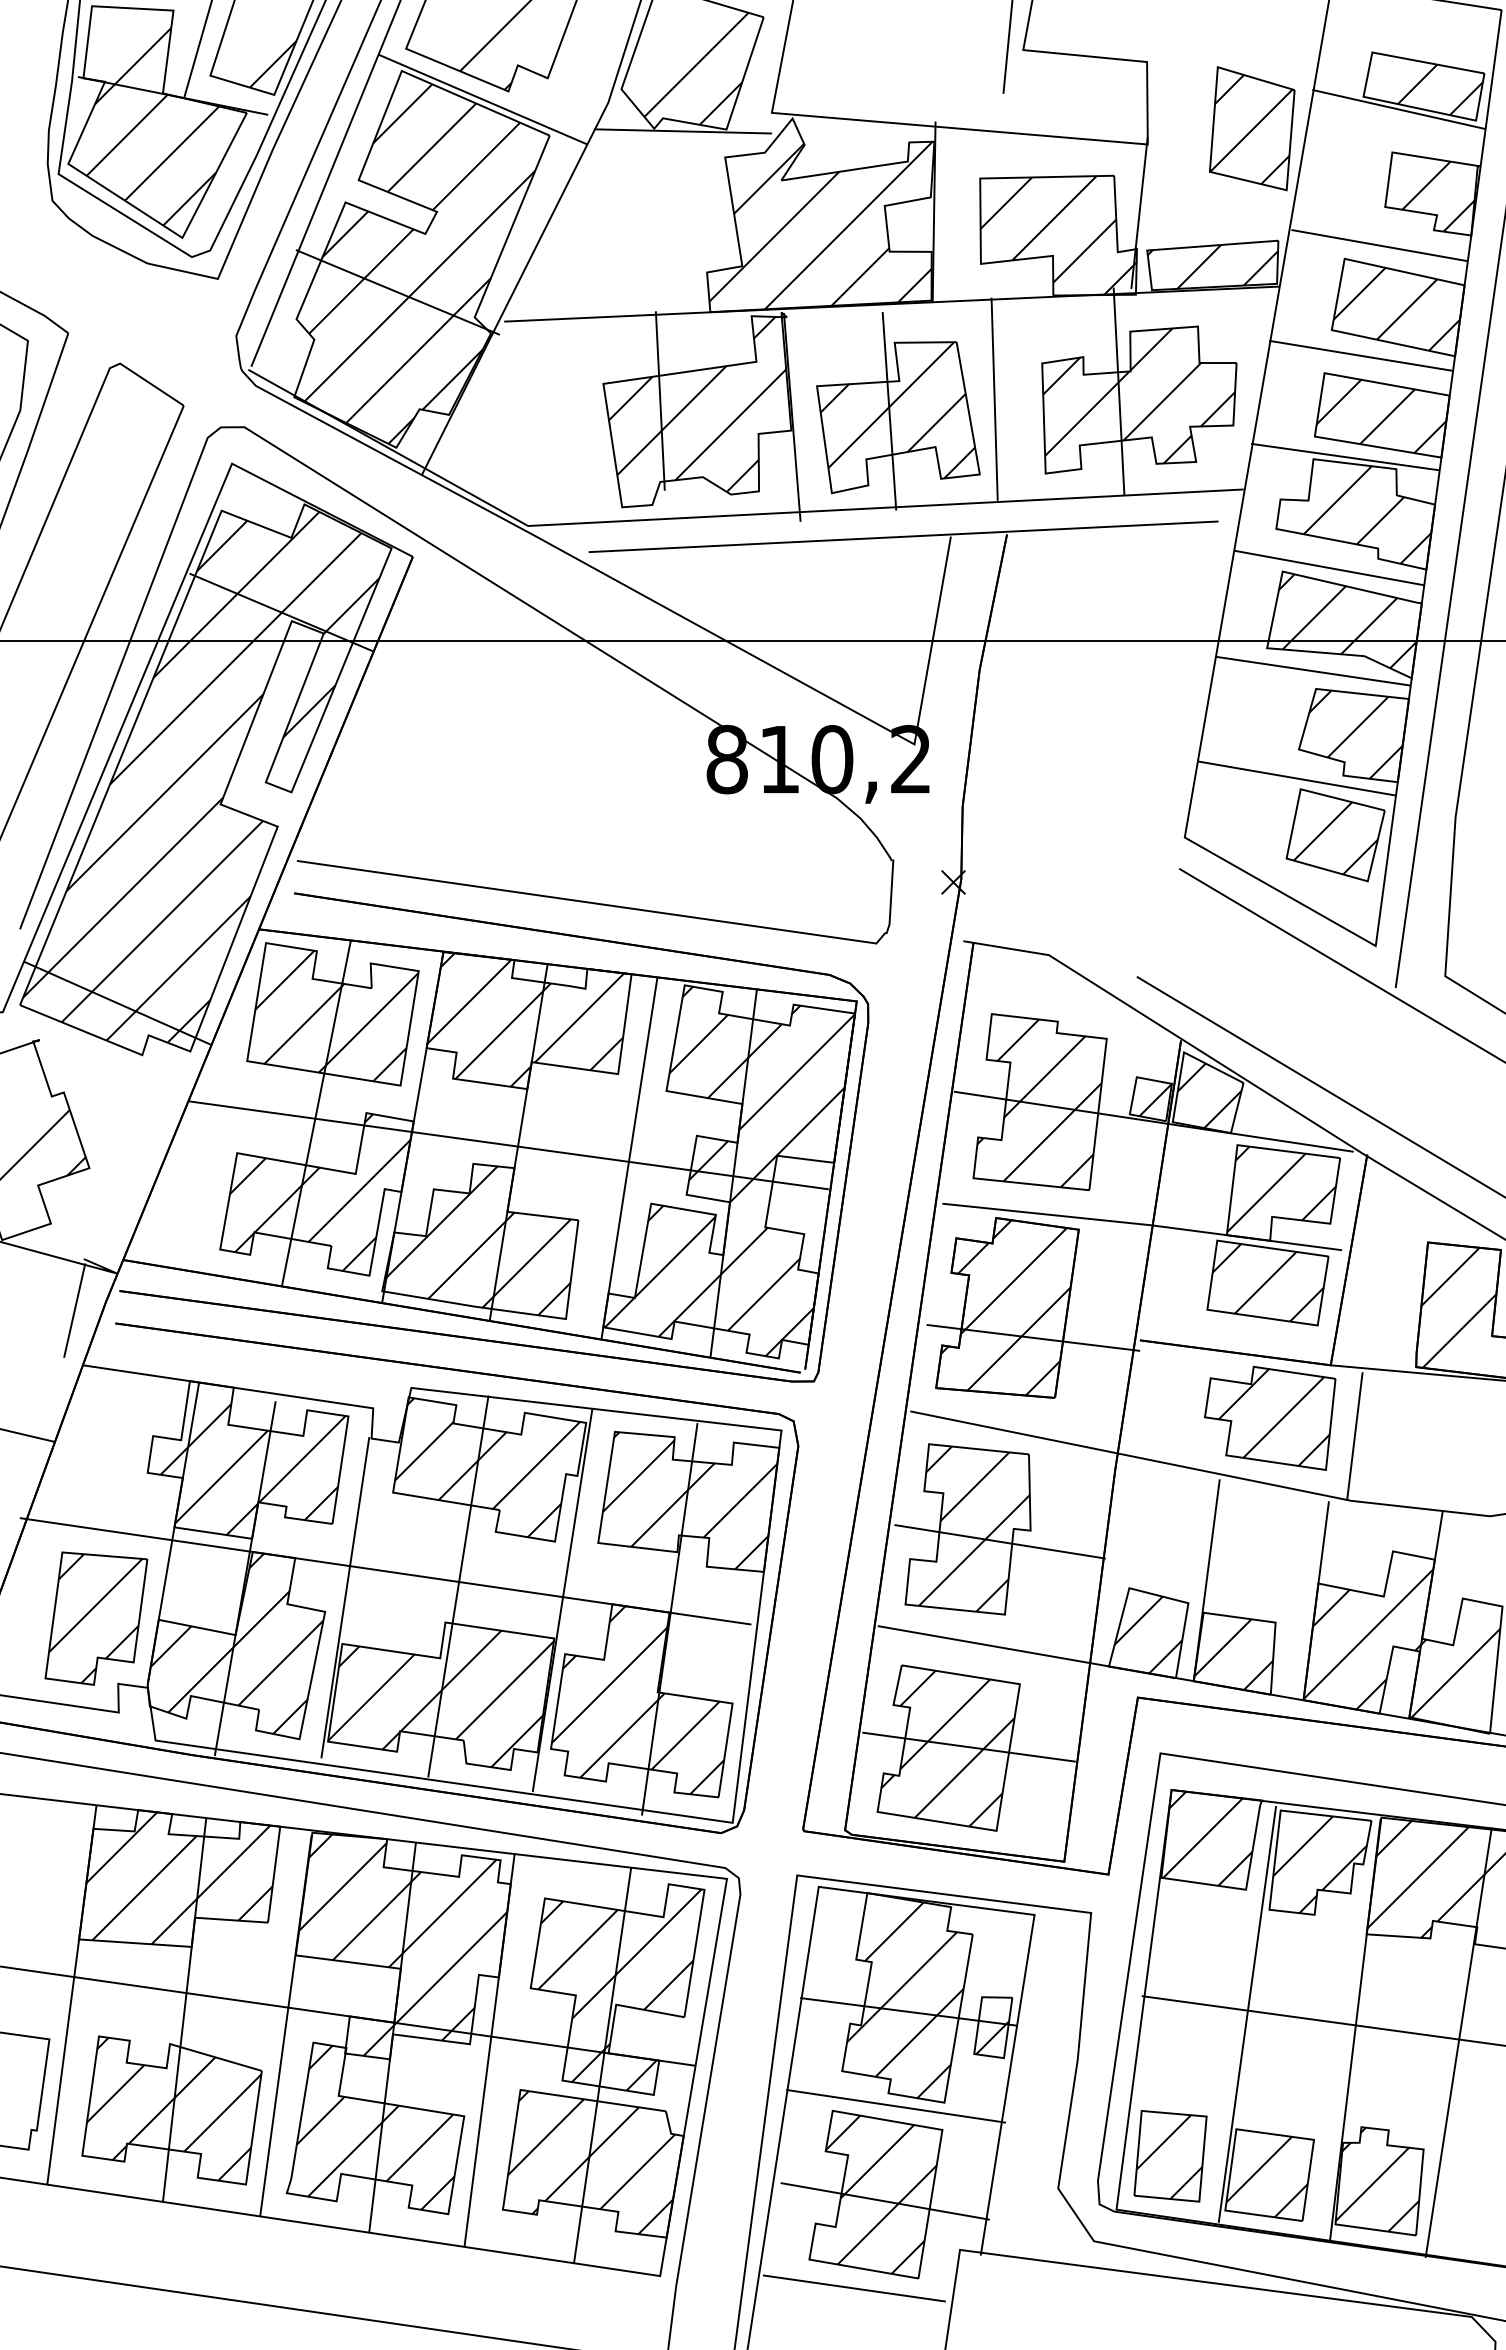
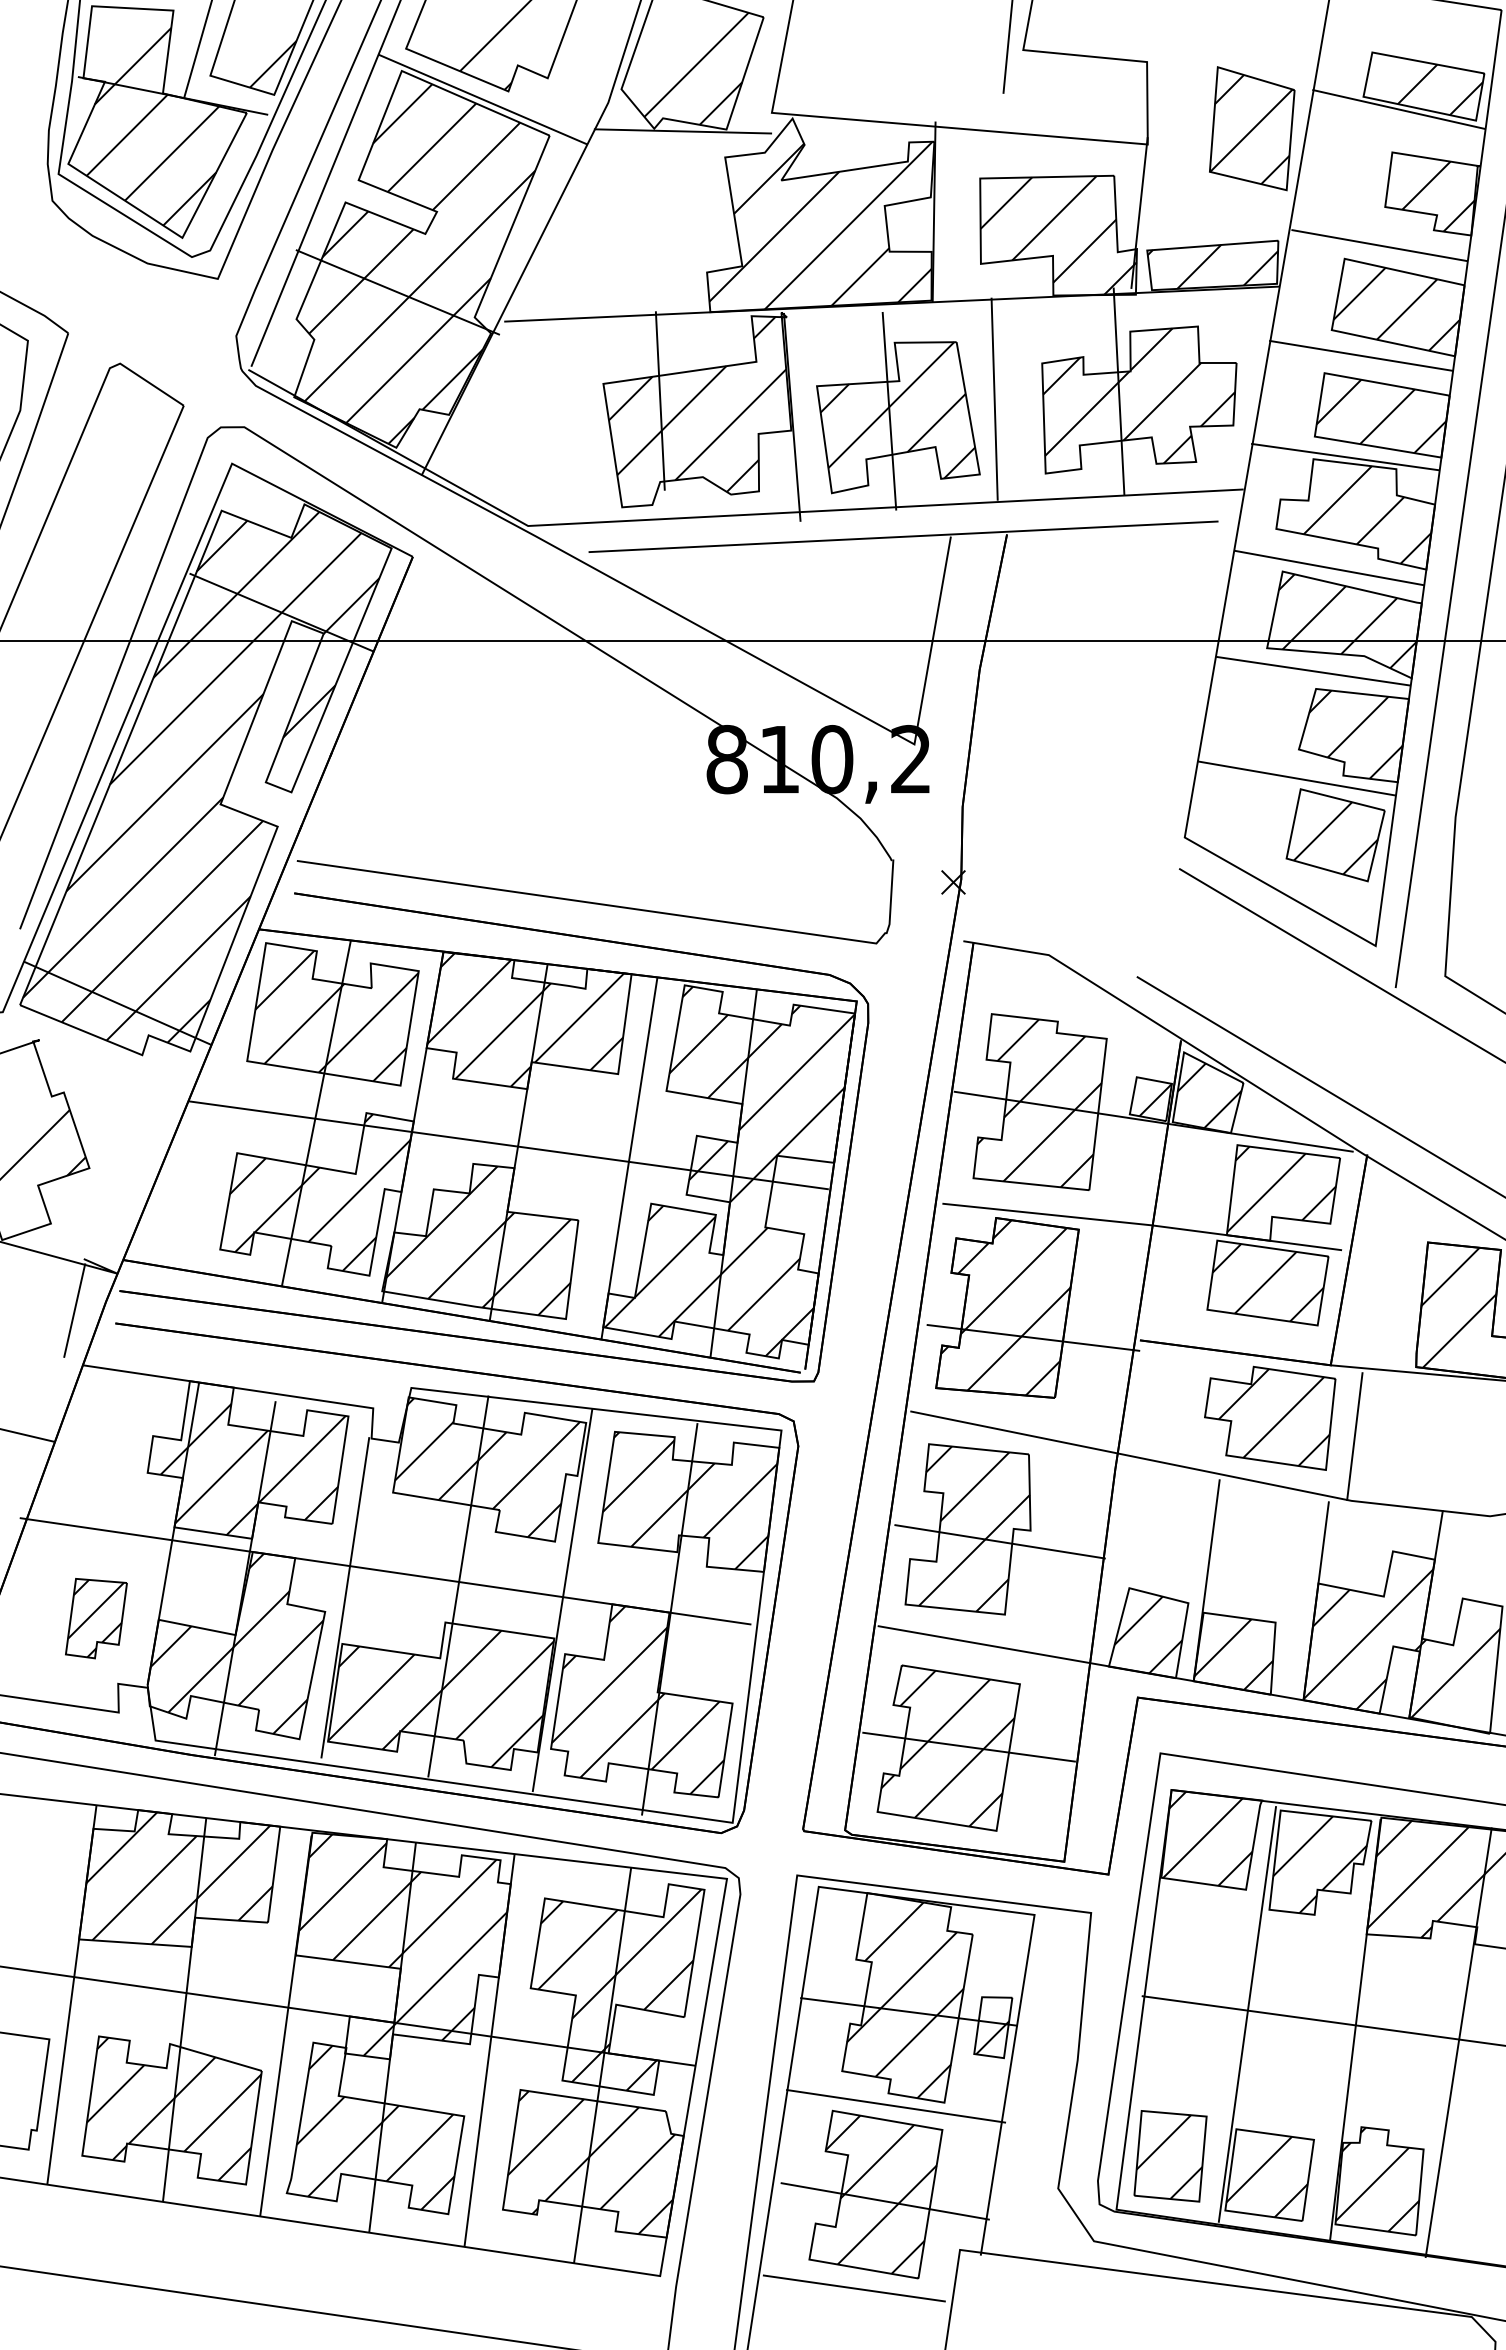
part at (96, 1618) size: 105x135 px -> 63x82 px
